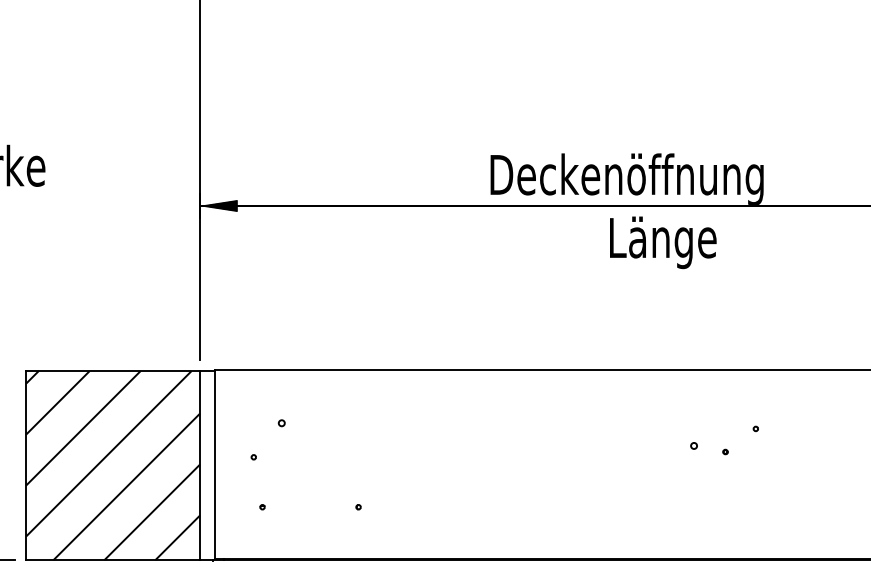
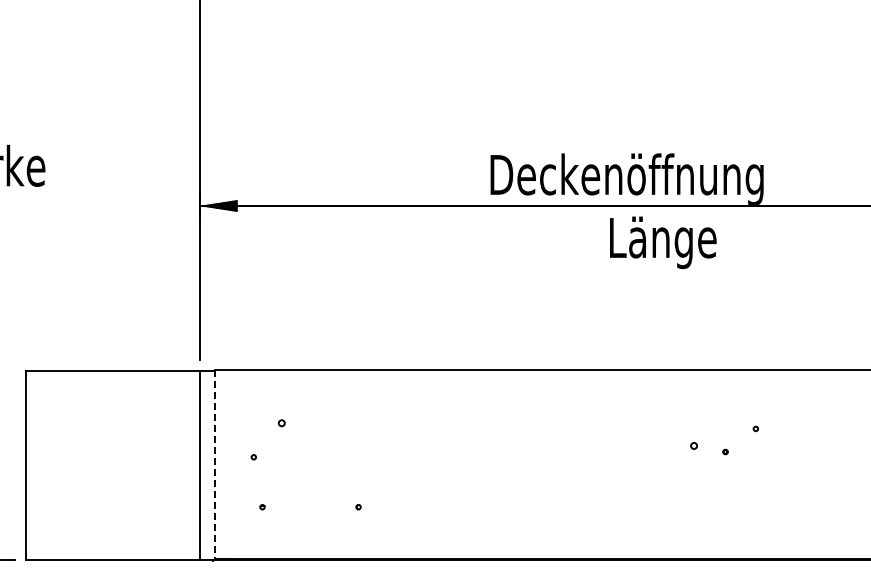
line at (215, 464): solid -> dashed
hatch at (113, 465): present -> none
